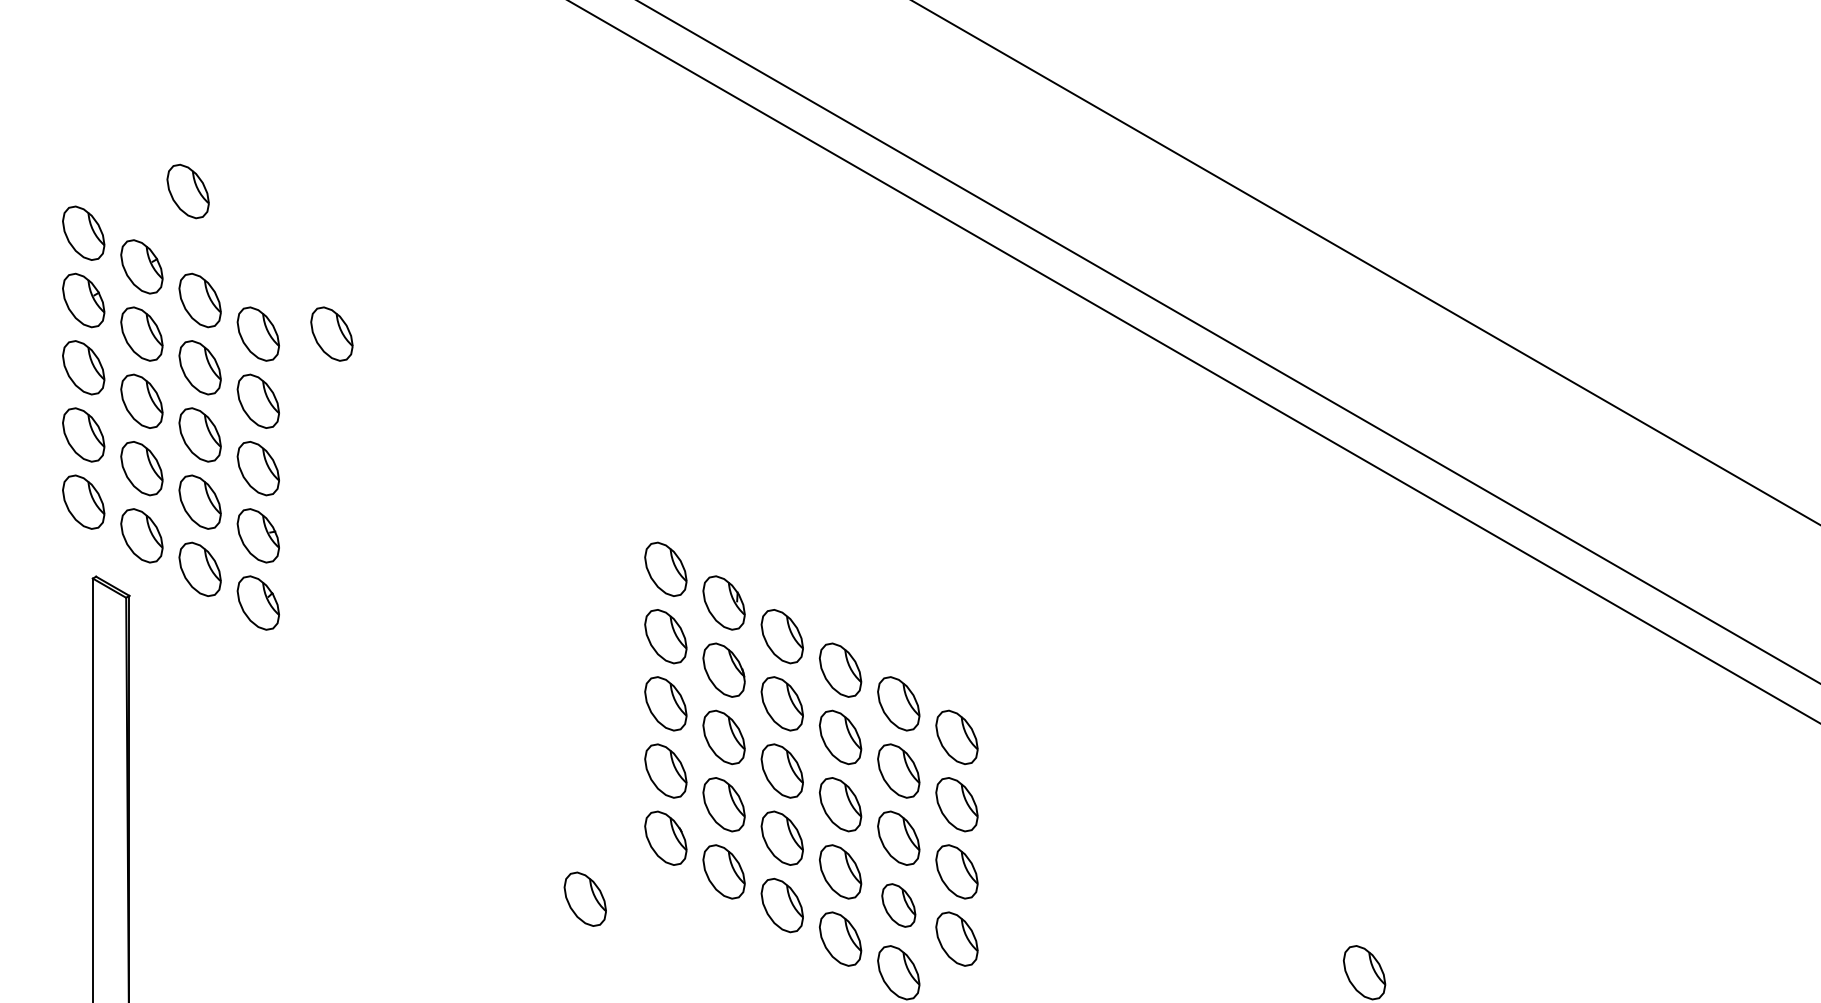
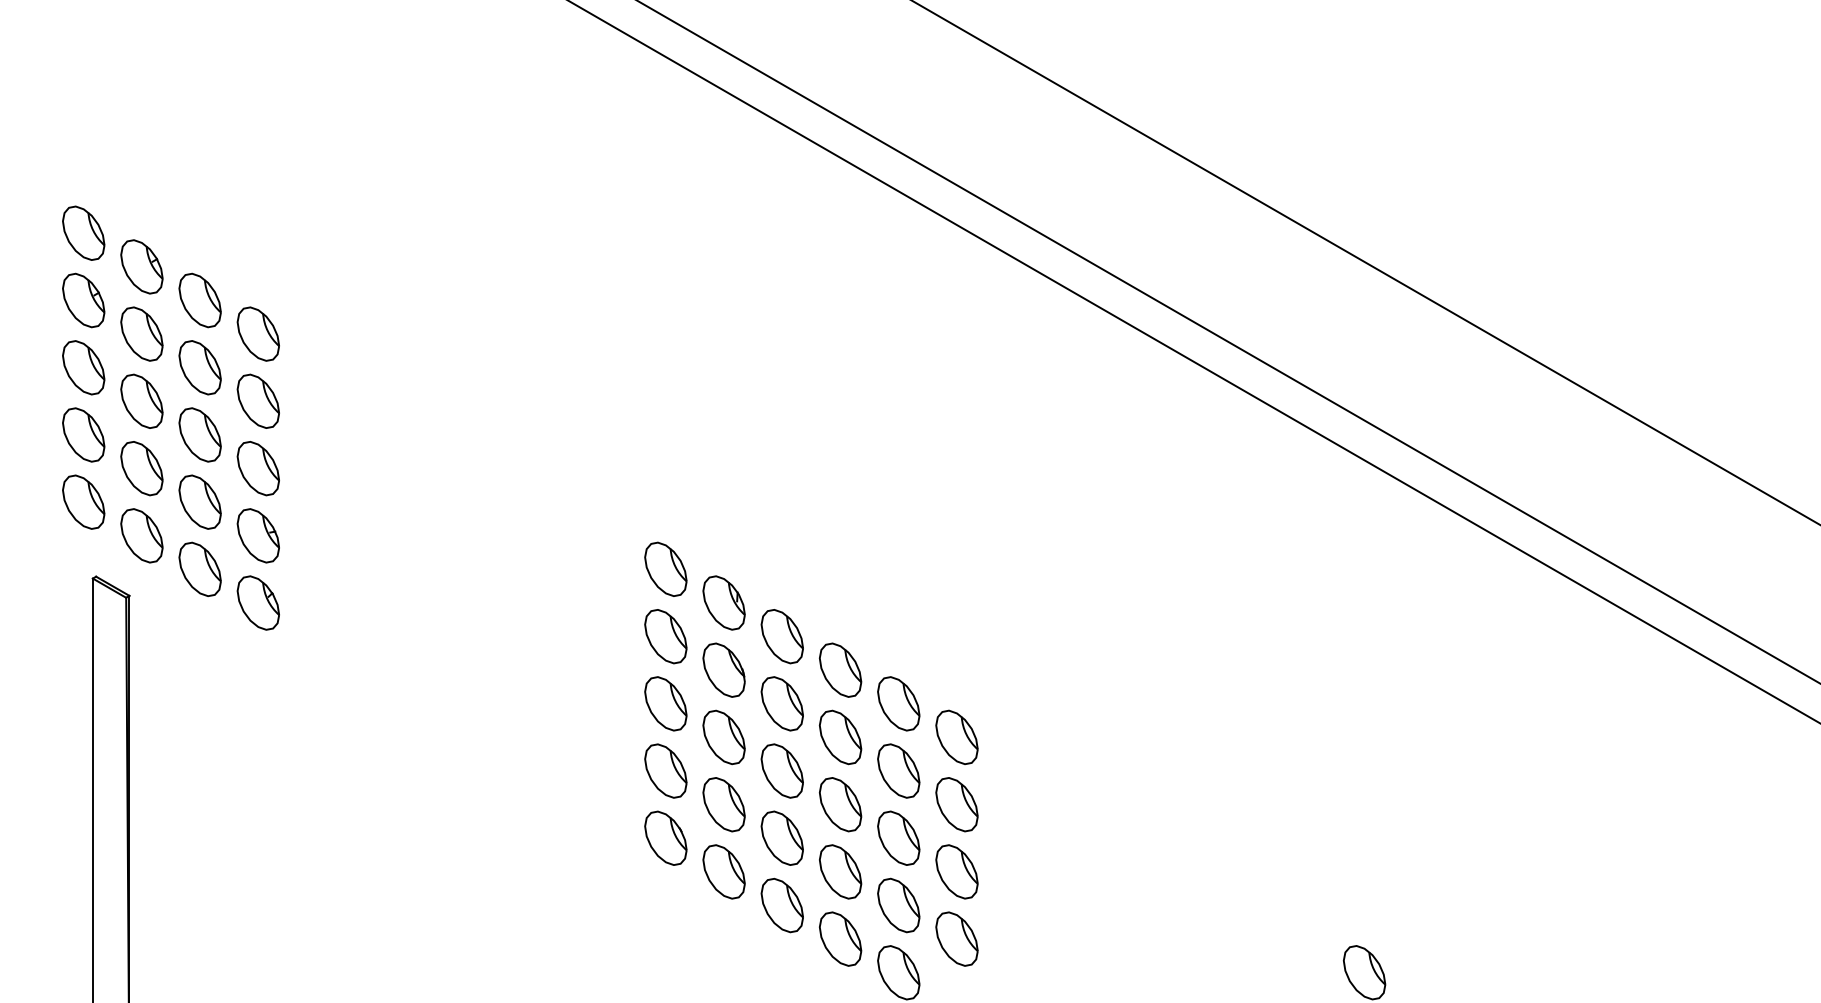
part at (187, 191): present -> none
part at (331, 333): present -> none
part at (584, 898): present -> none
part at (898, 905) size: 36x45 px -> 44x57 px
